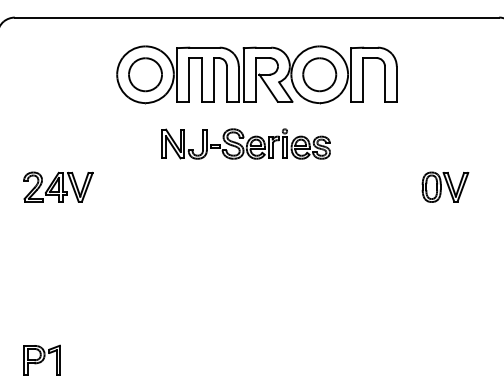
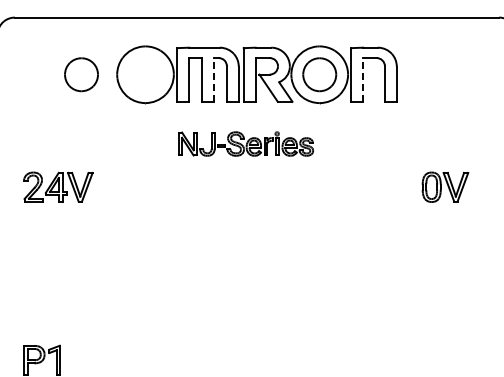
part at (145, 74) position: (145, 74) -> (81, 74)
line at (213, 79): solid -> dashed
line at (363, 79): solid -> dashed
part at (245, 143) size: 170x32 px -> 137x26 px
